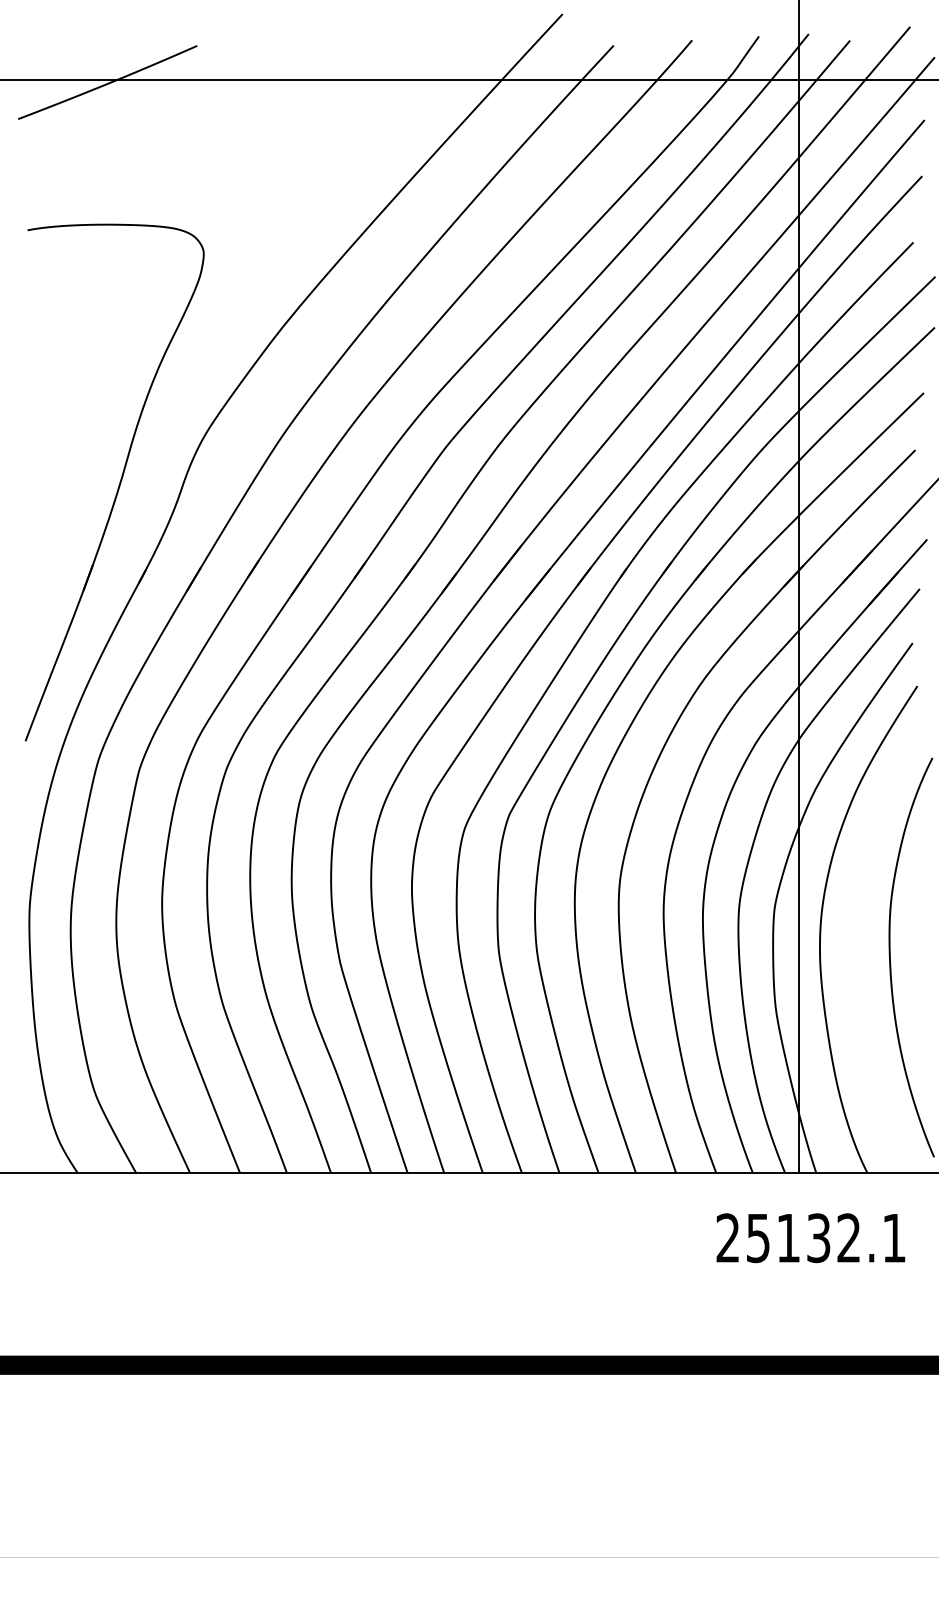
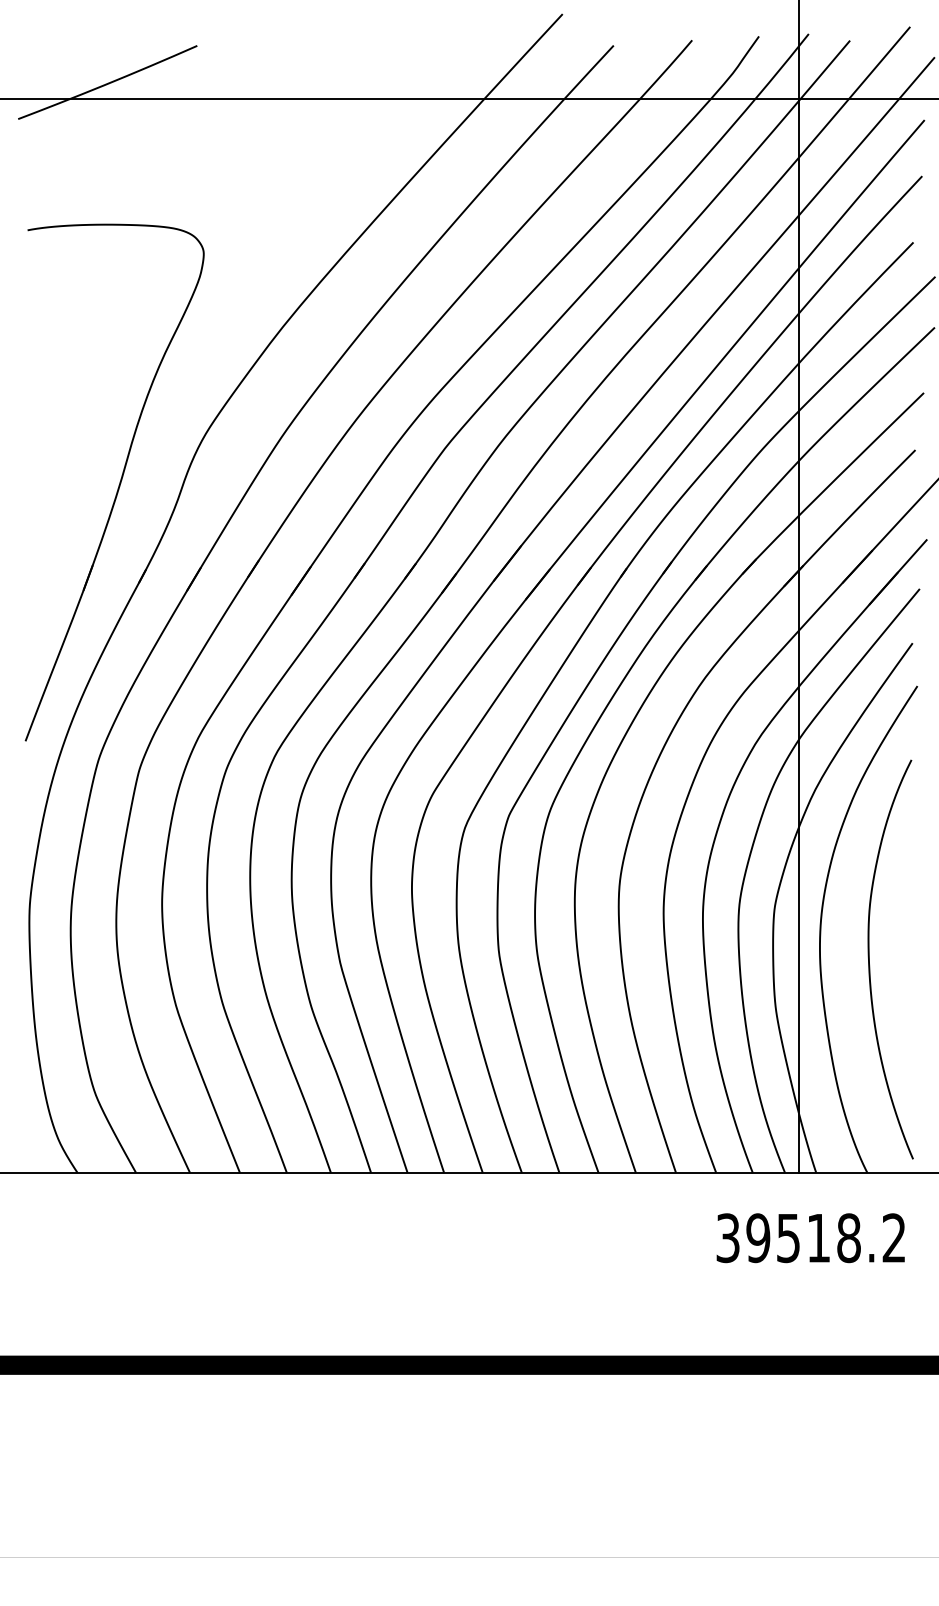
line at (468, 79) position: (468, 79) -> (468, 98)
curve at (891, 963) position: (891, 963) -> (870, 965)
text at (810, 1238): 25132.1 -> 39518.2
